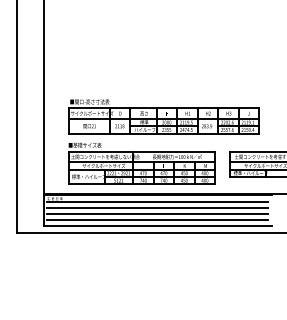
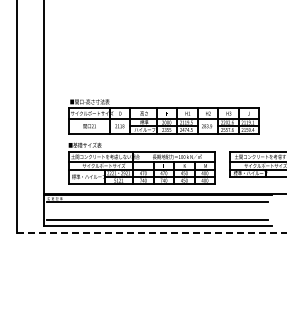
line at (157, 207): present -> none
line at (157, 213): present -> none
line at (152, 232): solid -> dashed
